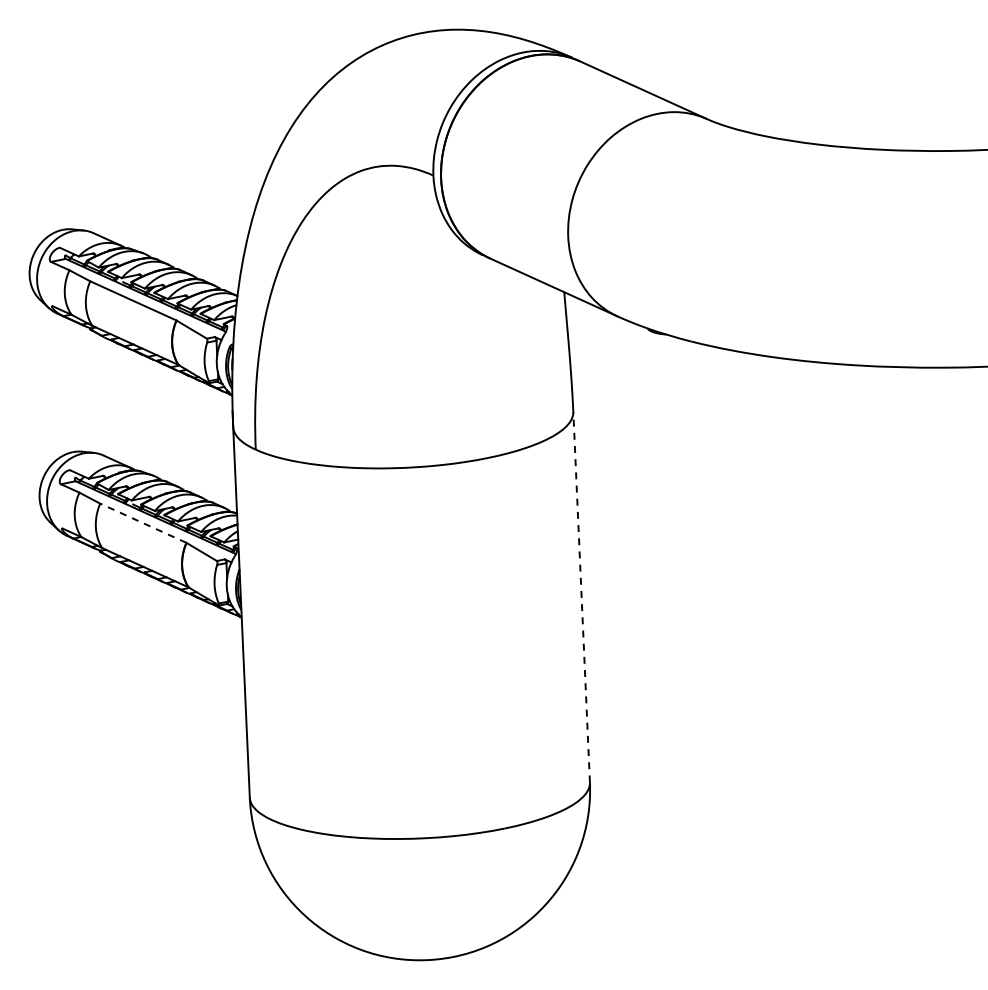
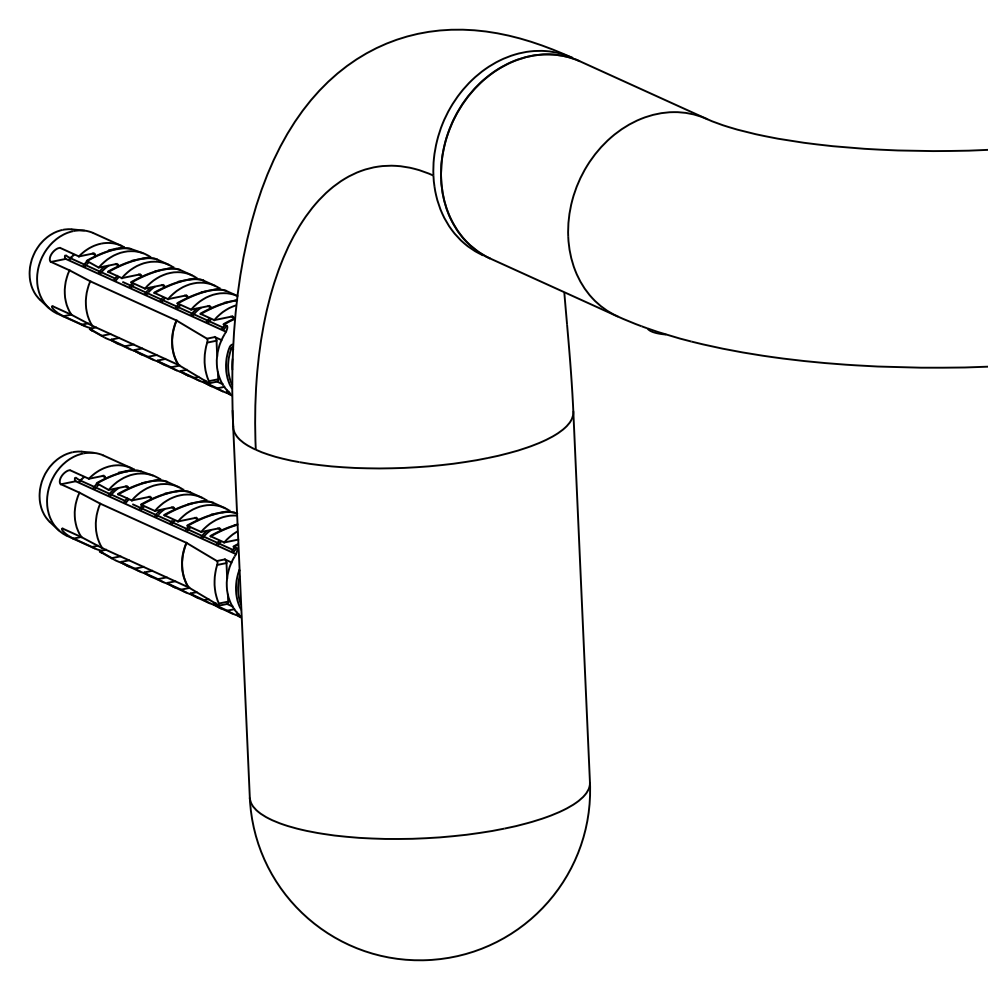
line at (142, 523): dashed -> solid
line at (581, 596): dashed -> solid
